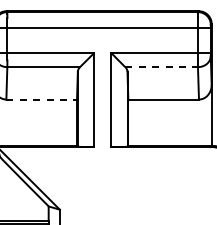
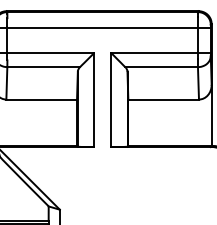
line at (162, 67): dashed -> solid
line at (42, 99): dashed -> solid
